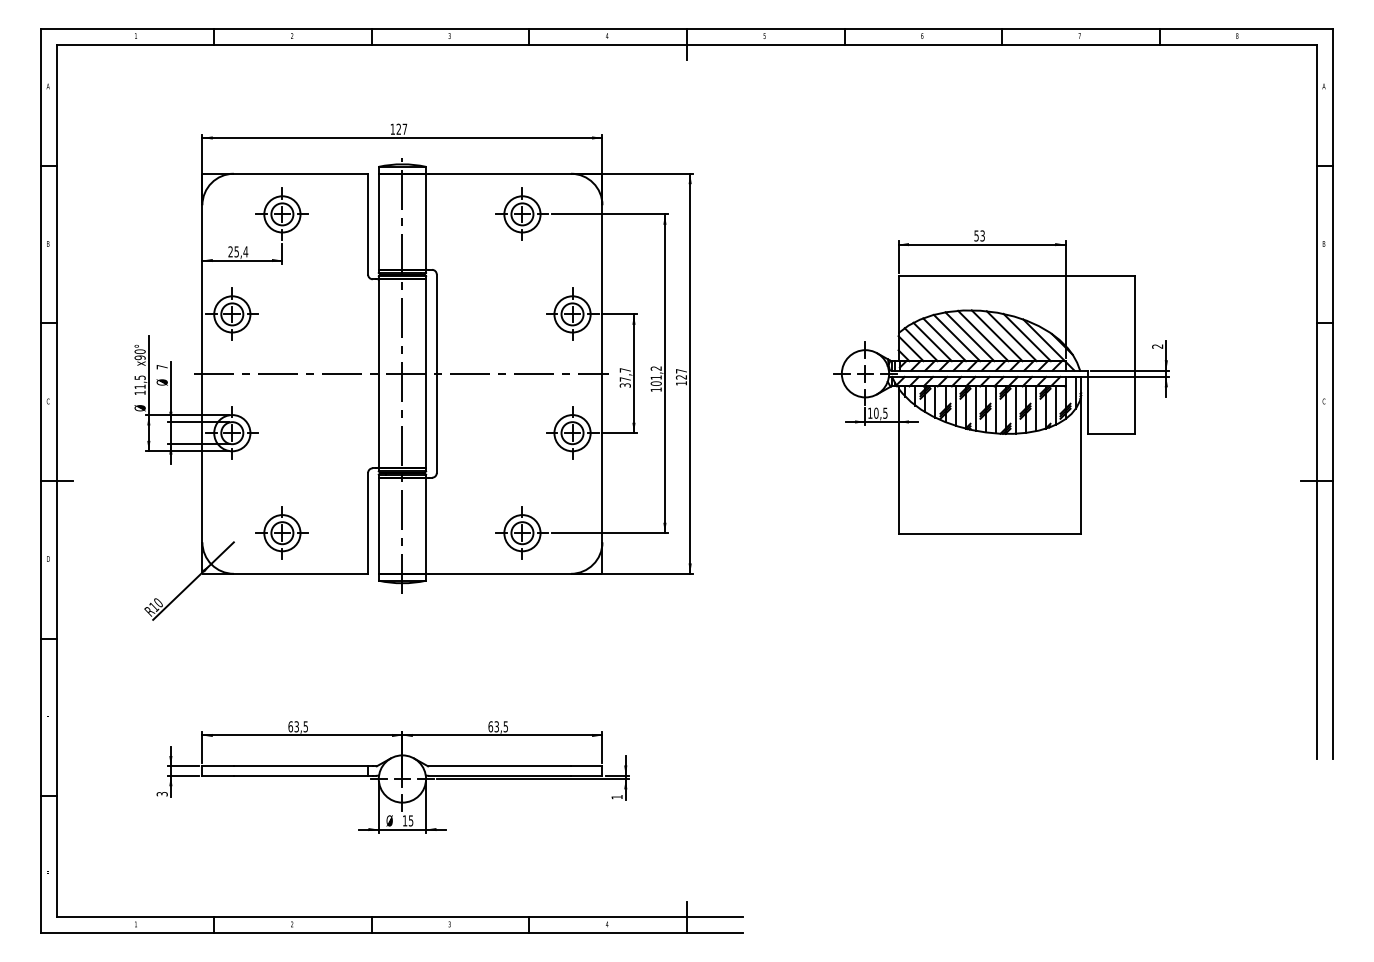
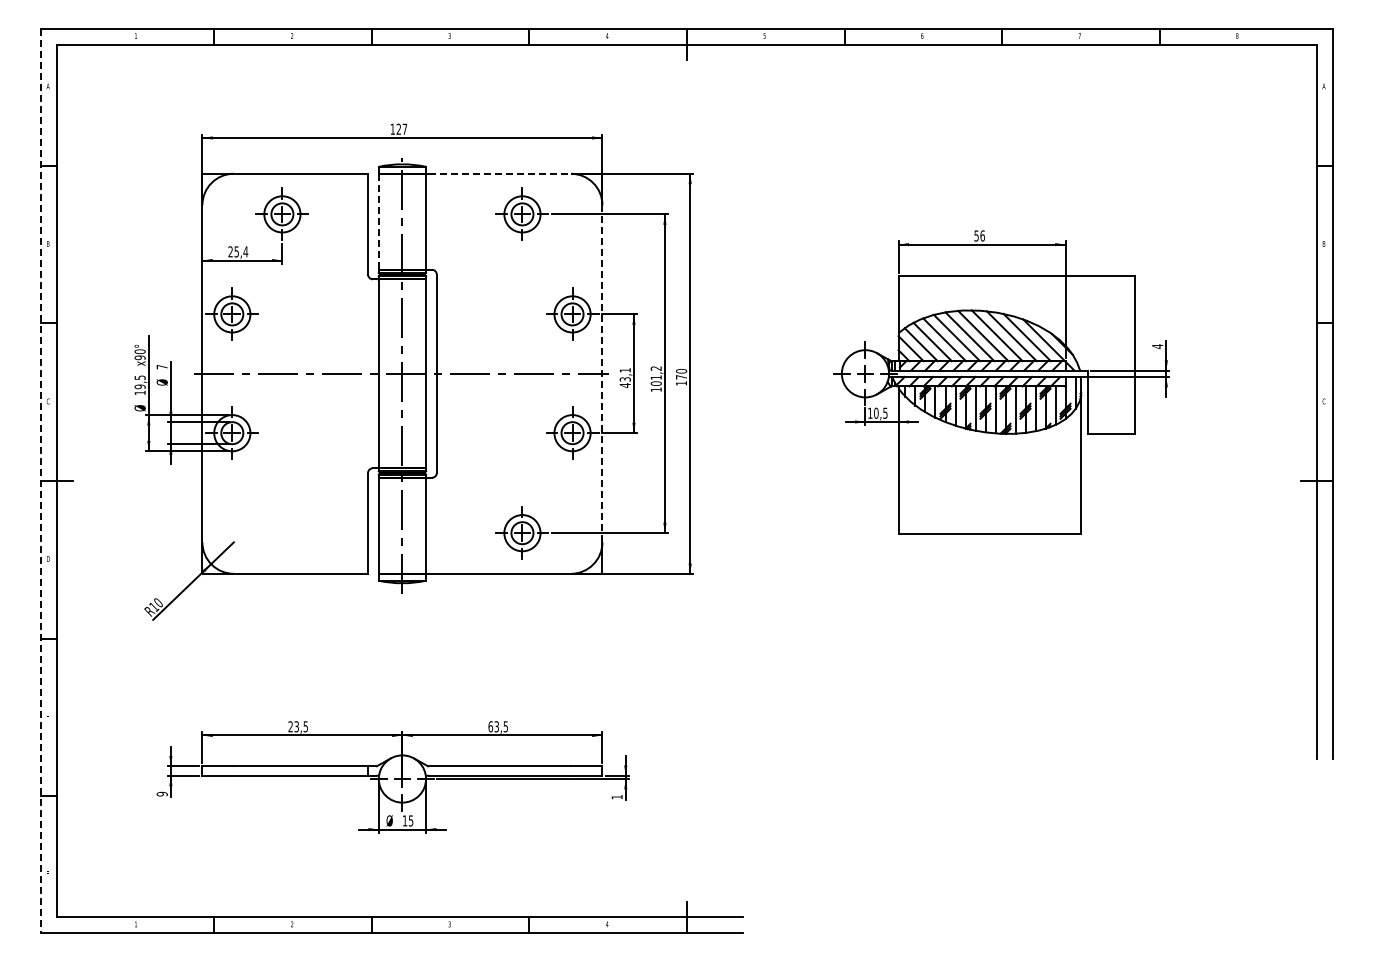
line at (500, 173): solid -> dashed
line at (378, 222): solid -> dashed
text at (982, 235): 53 -> 56
text at (1157, 346): 2 -> 4
line at (602, 373): solid -> dashed
text at (681, 373): 127 -> 170
text at (624, 377): 37,7 -> 43,1
text at (139, 386): 11,5 -> 19,5
line at (41, 481): solid -> dashed
part at (281, 532): present -> none
text at (290, 726): 63,5 -> 23,5
text at (161, 793): 3 -> 9
